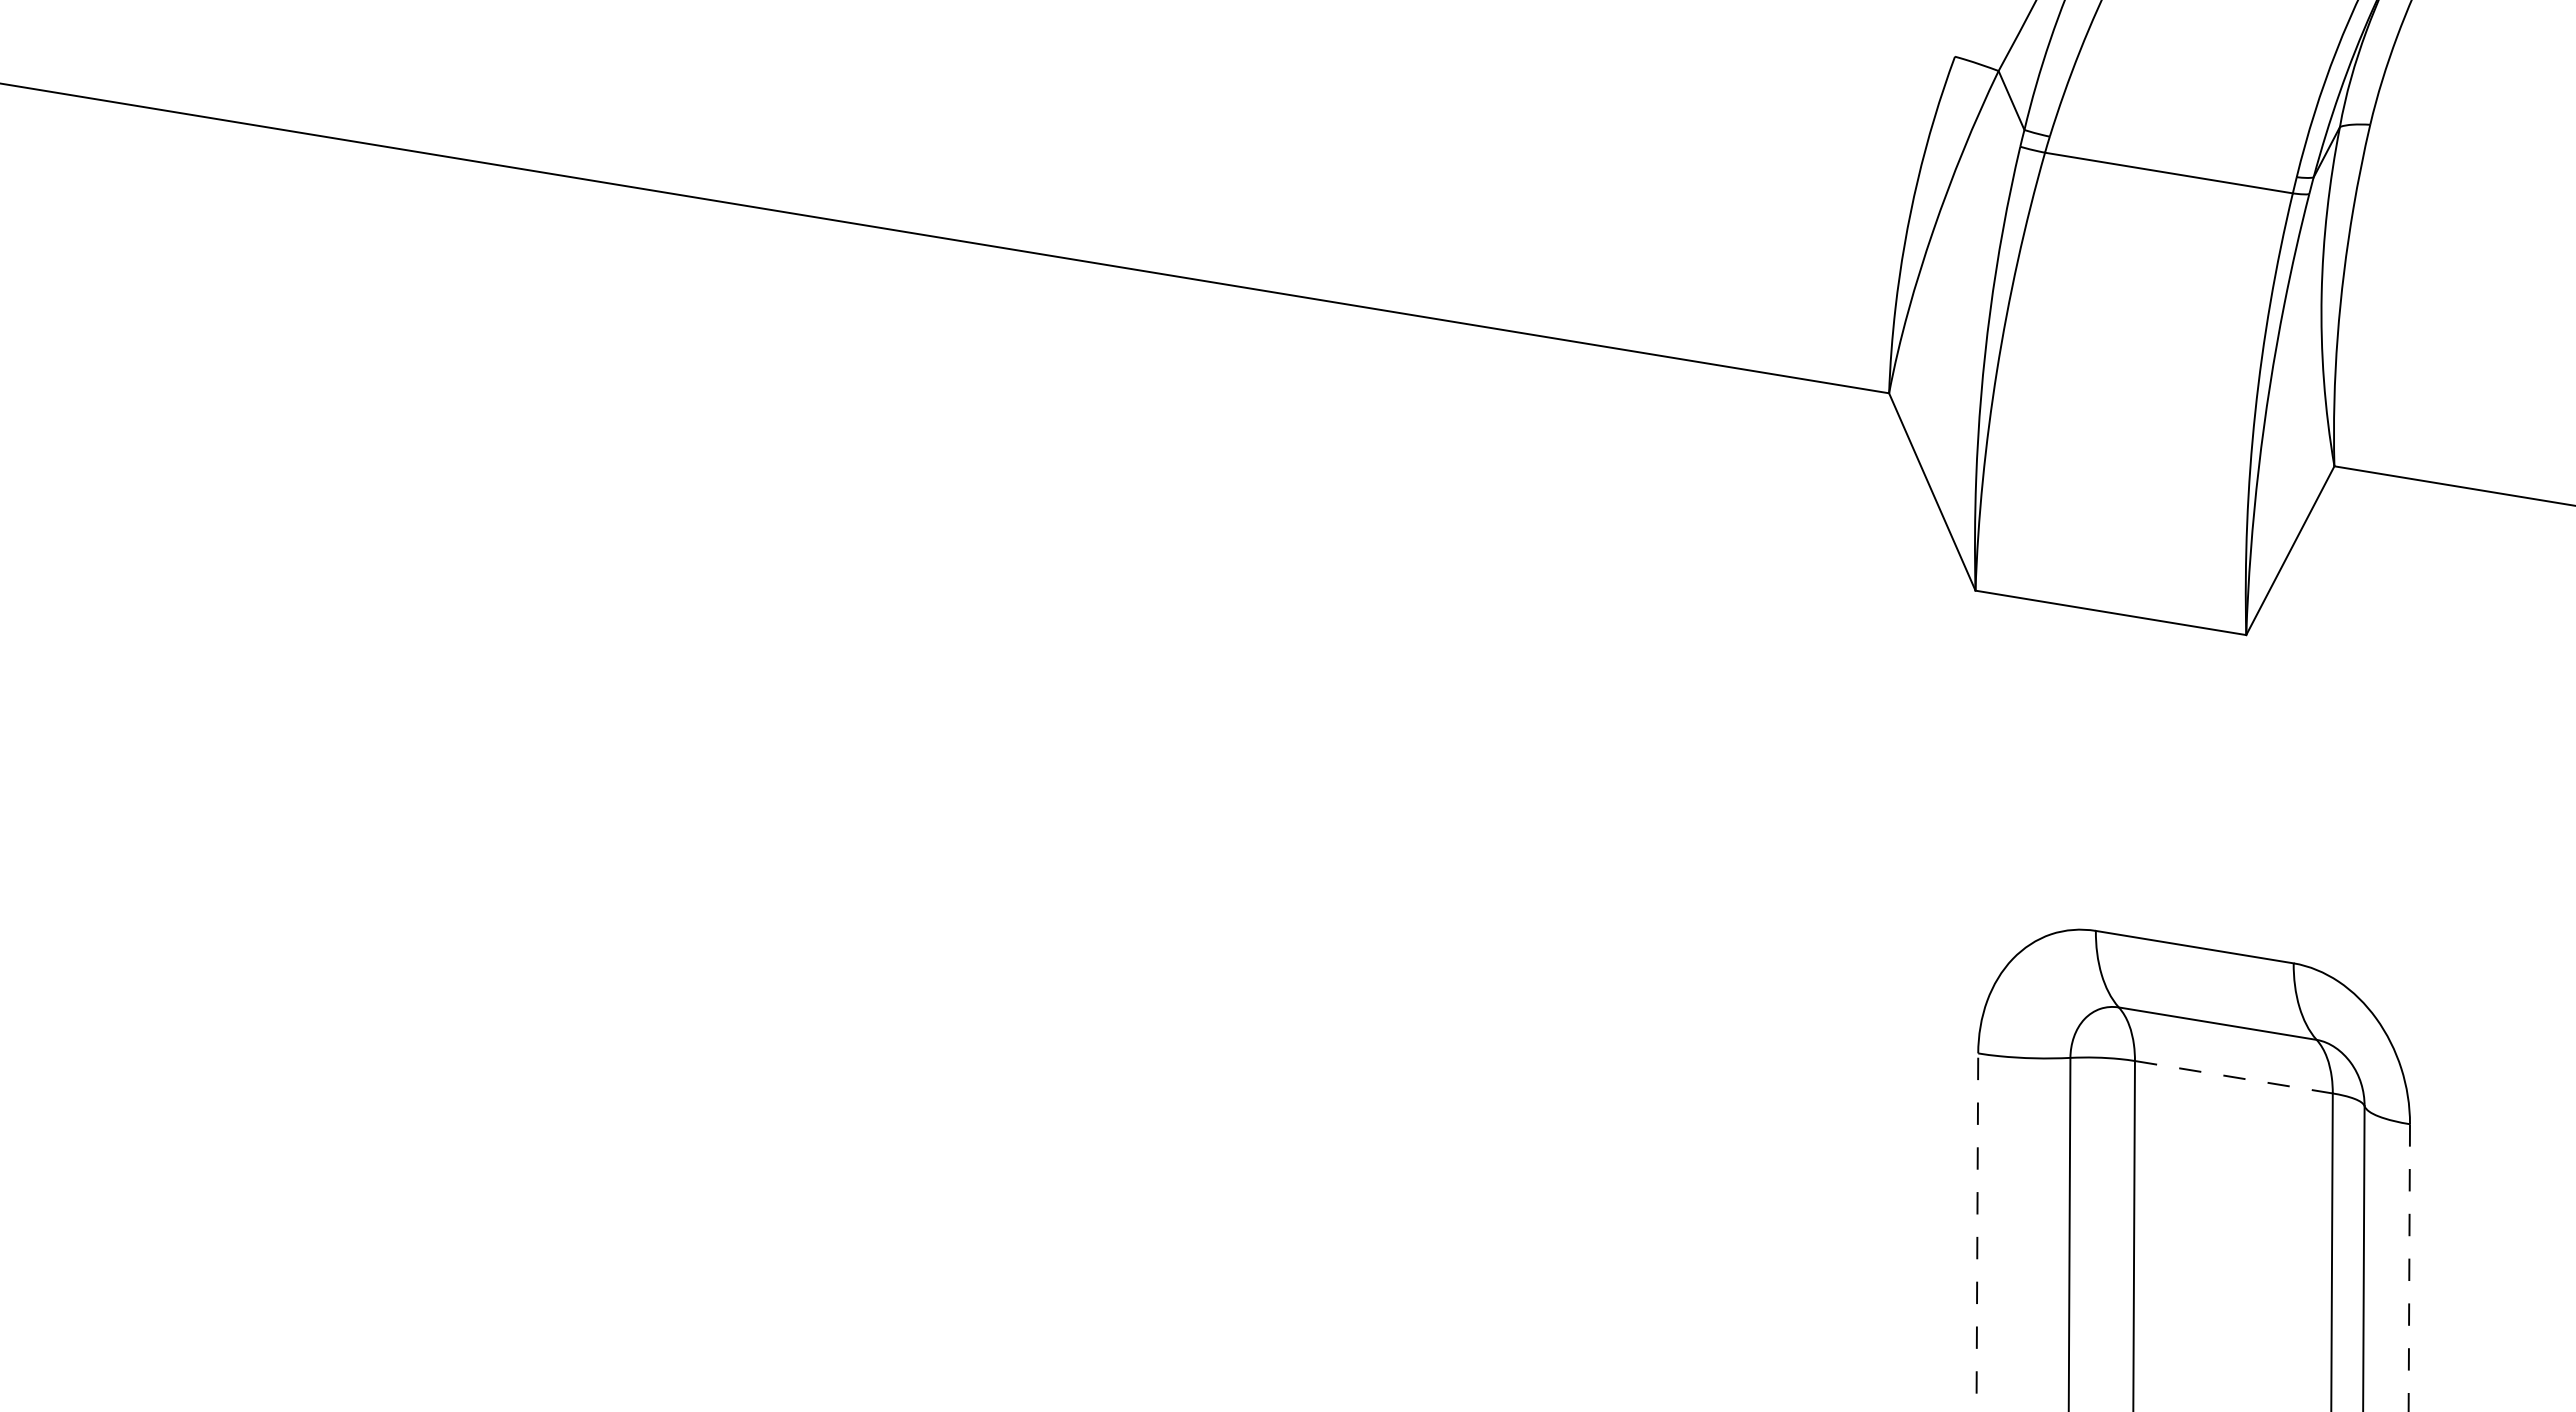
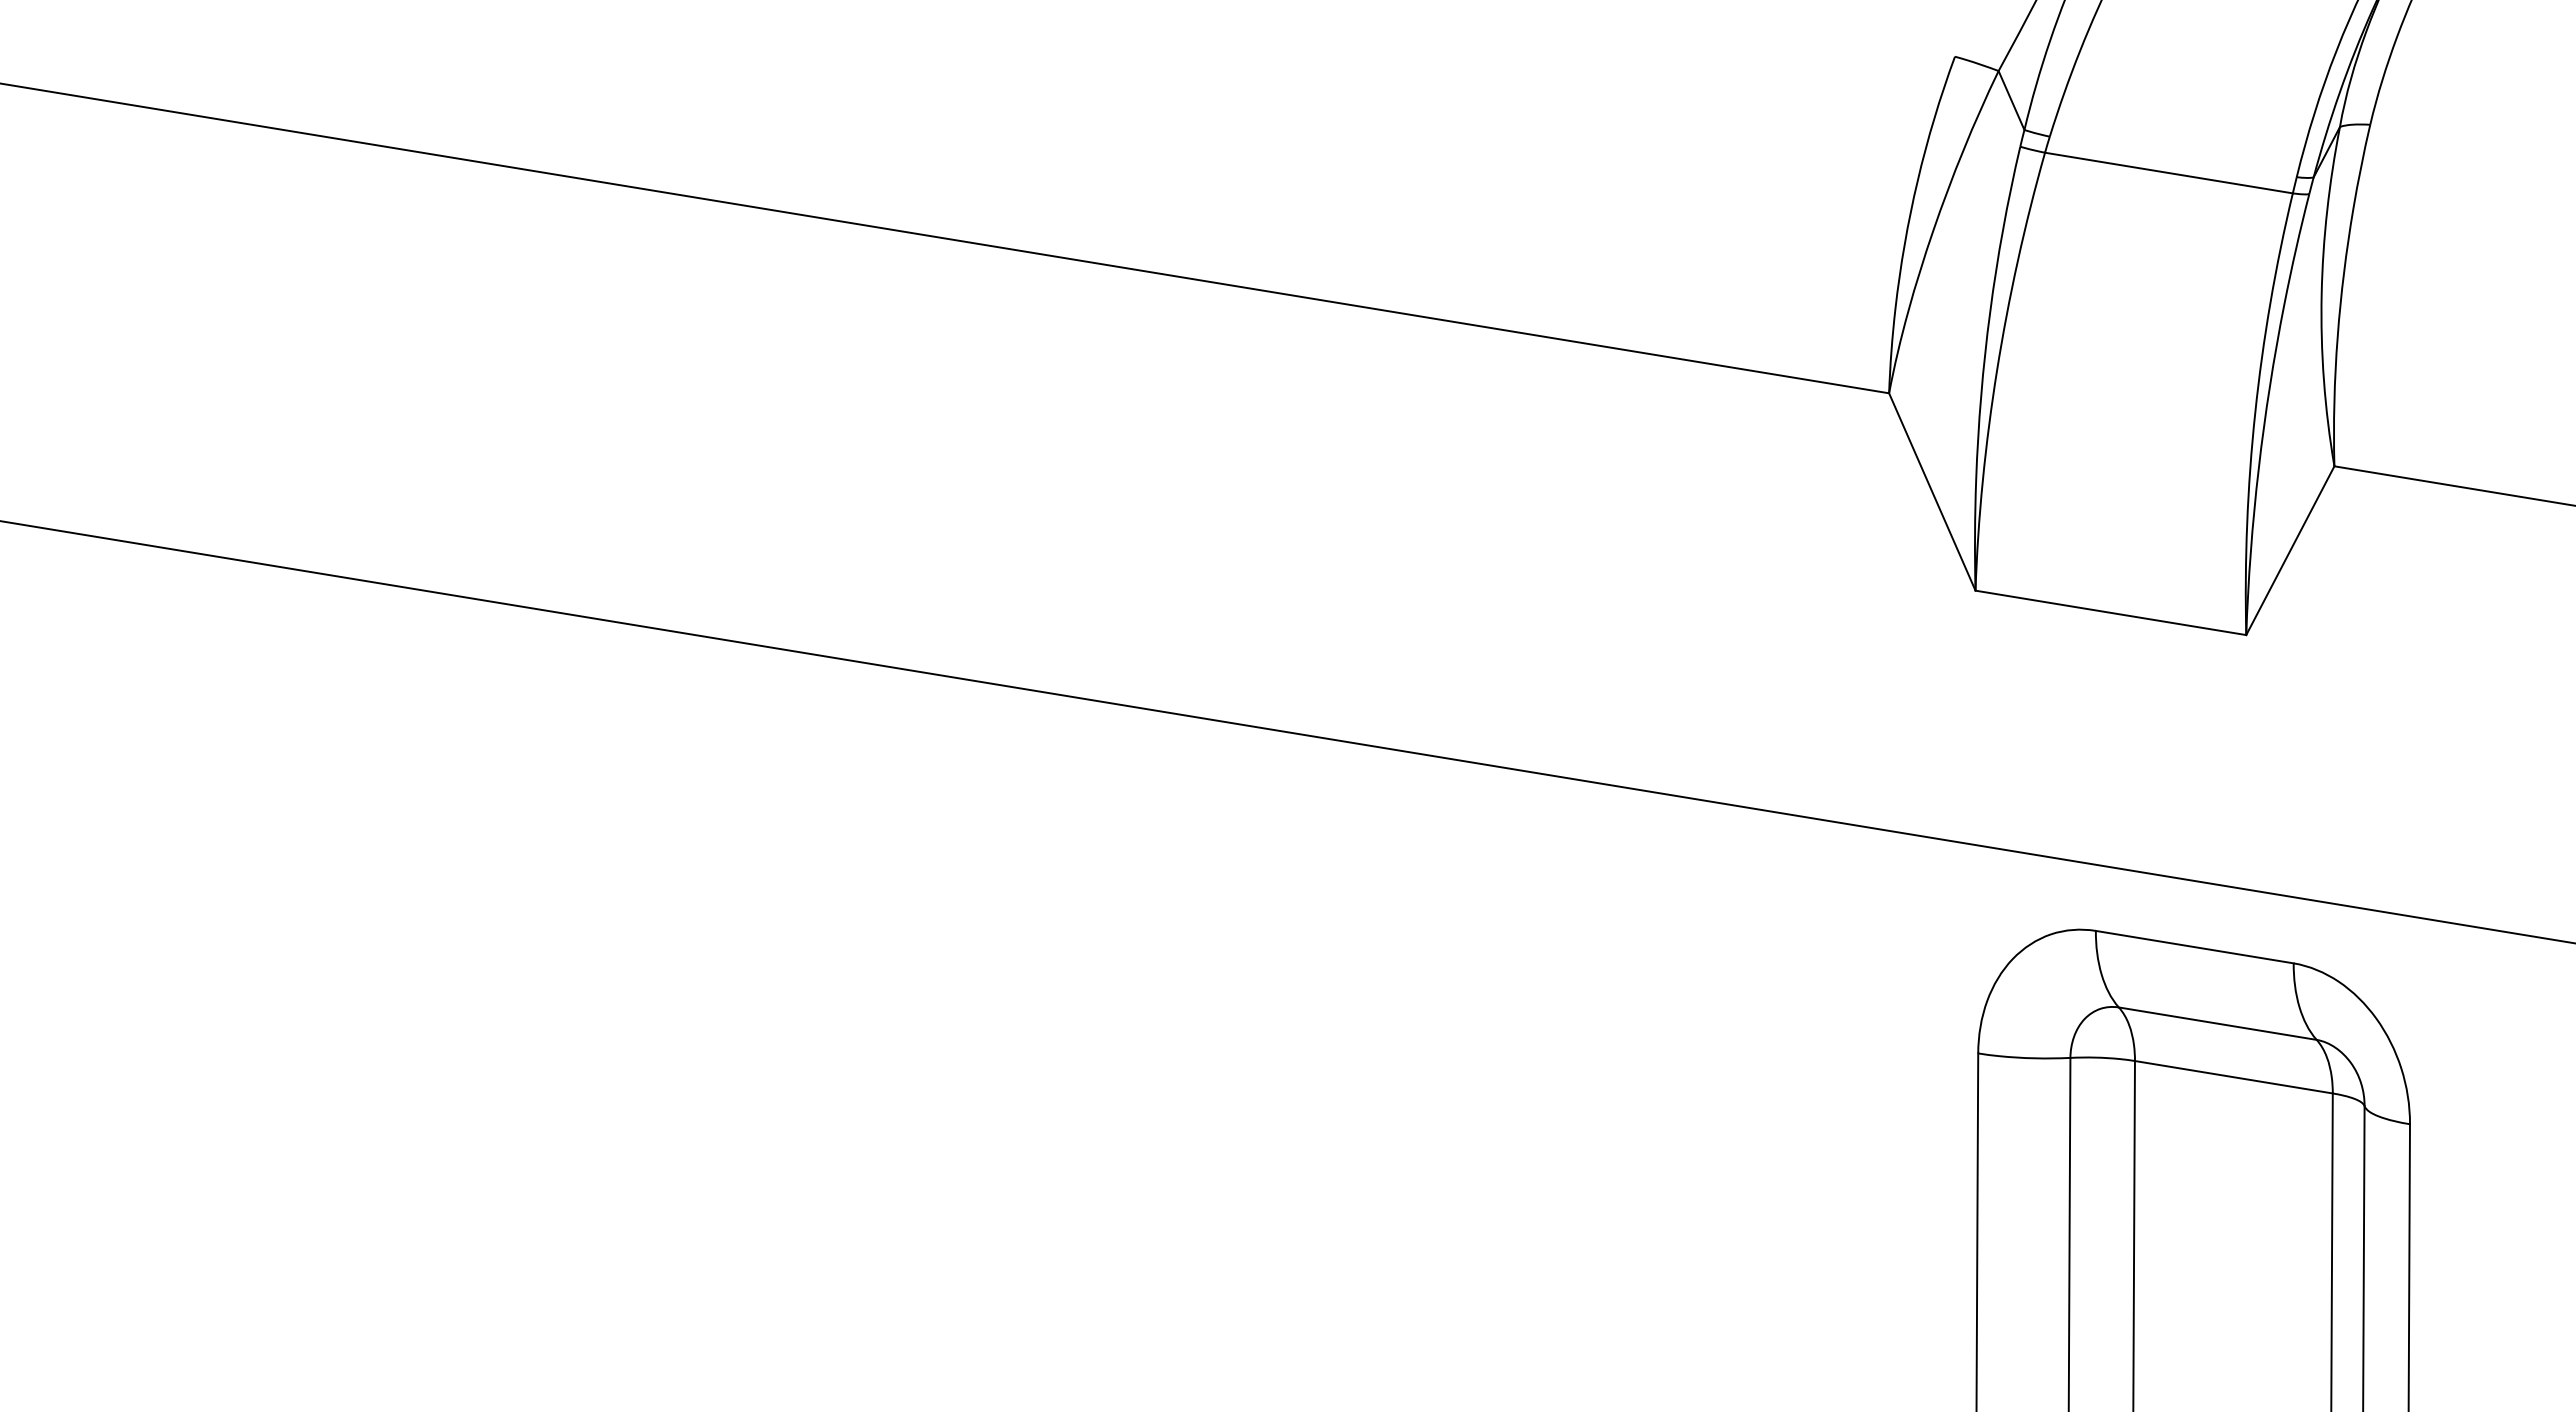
line at (1287, 731): none -> present
line at (2234, 1077): dashed -> solid
line at (1977, 1232): dashed -> solid
line at (2409, 1268): dashed -> solid
